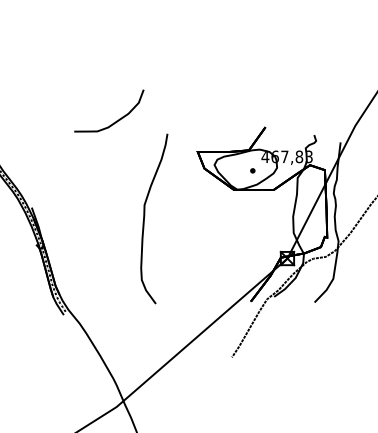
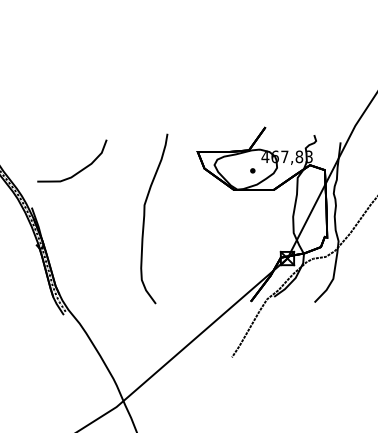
curve at (116, 120) position: (116, 120) -> (79, 170)
